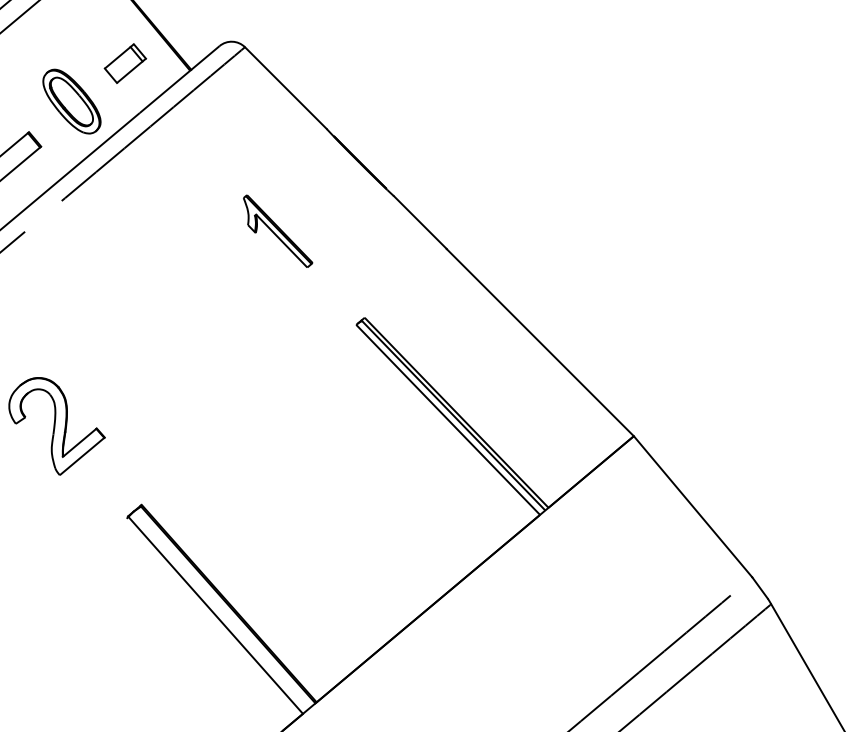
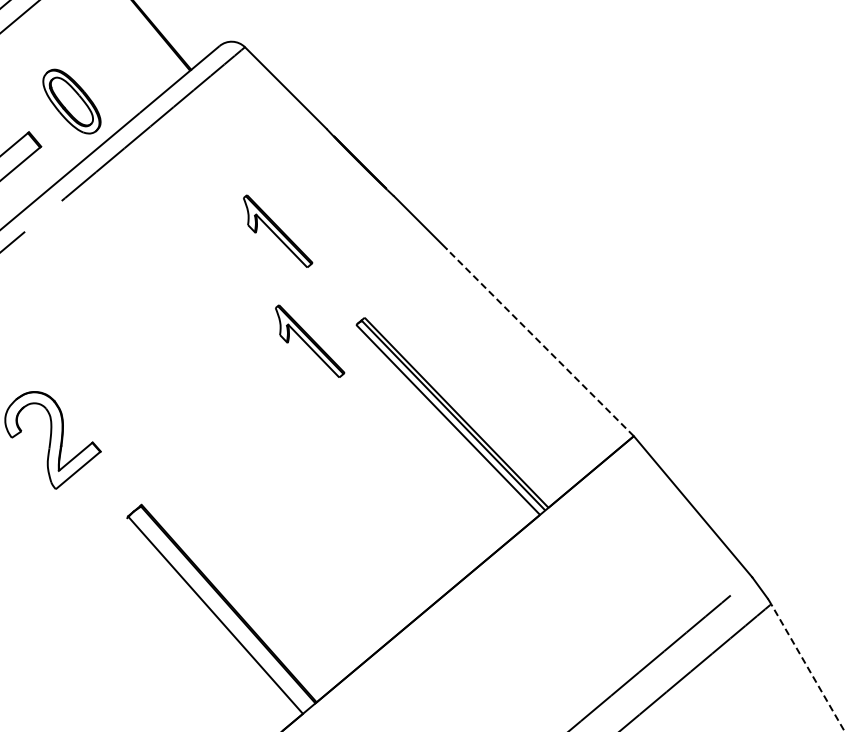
part at (125, 63): present -> none
part at (310, 340): none -> present
line at (539, 342): solid -> dashed
part at (56, 426) position: (56, 426) -> (52, 440)
line at (807, 667): solid -> dashed
